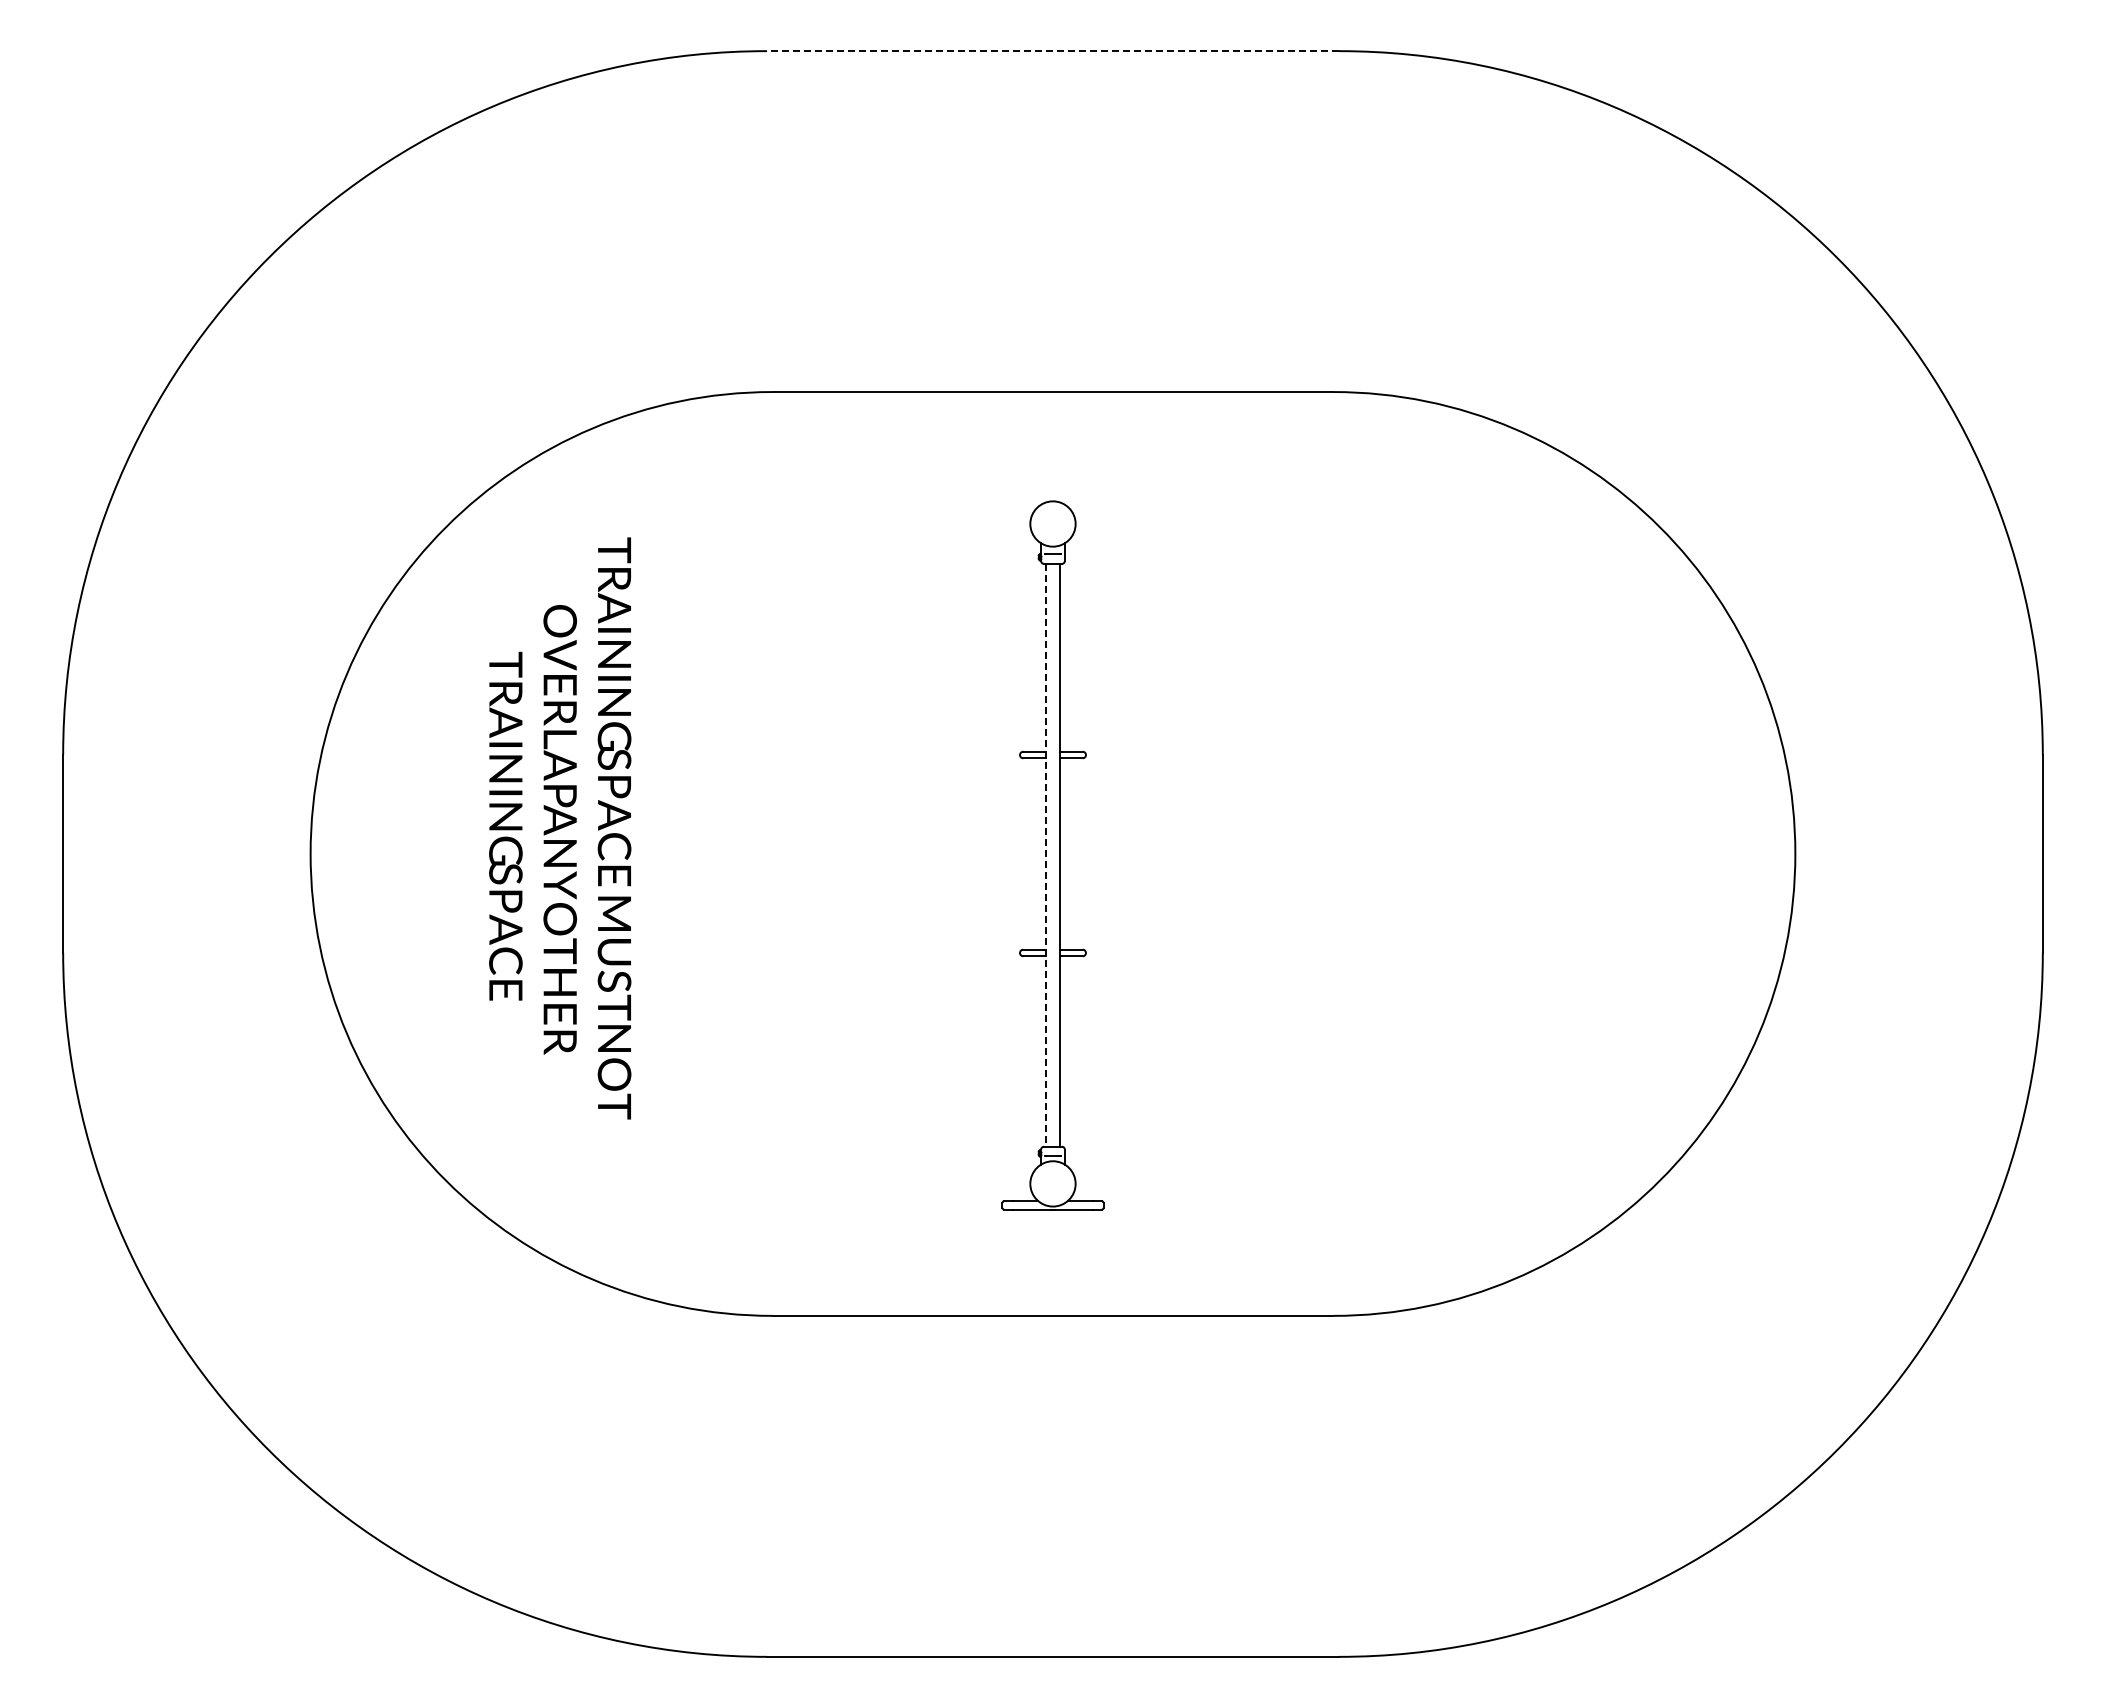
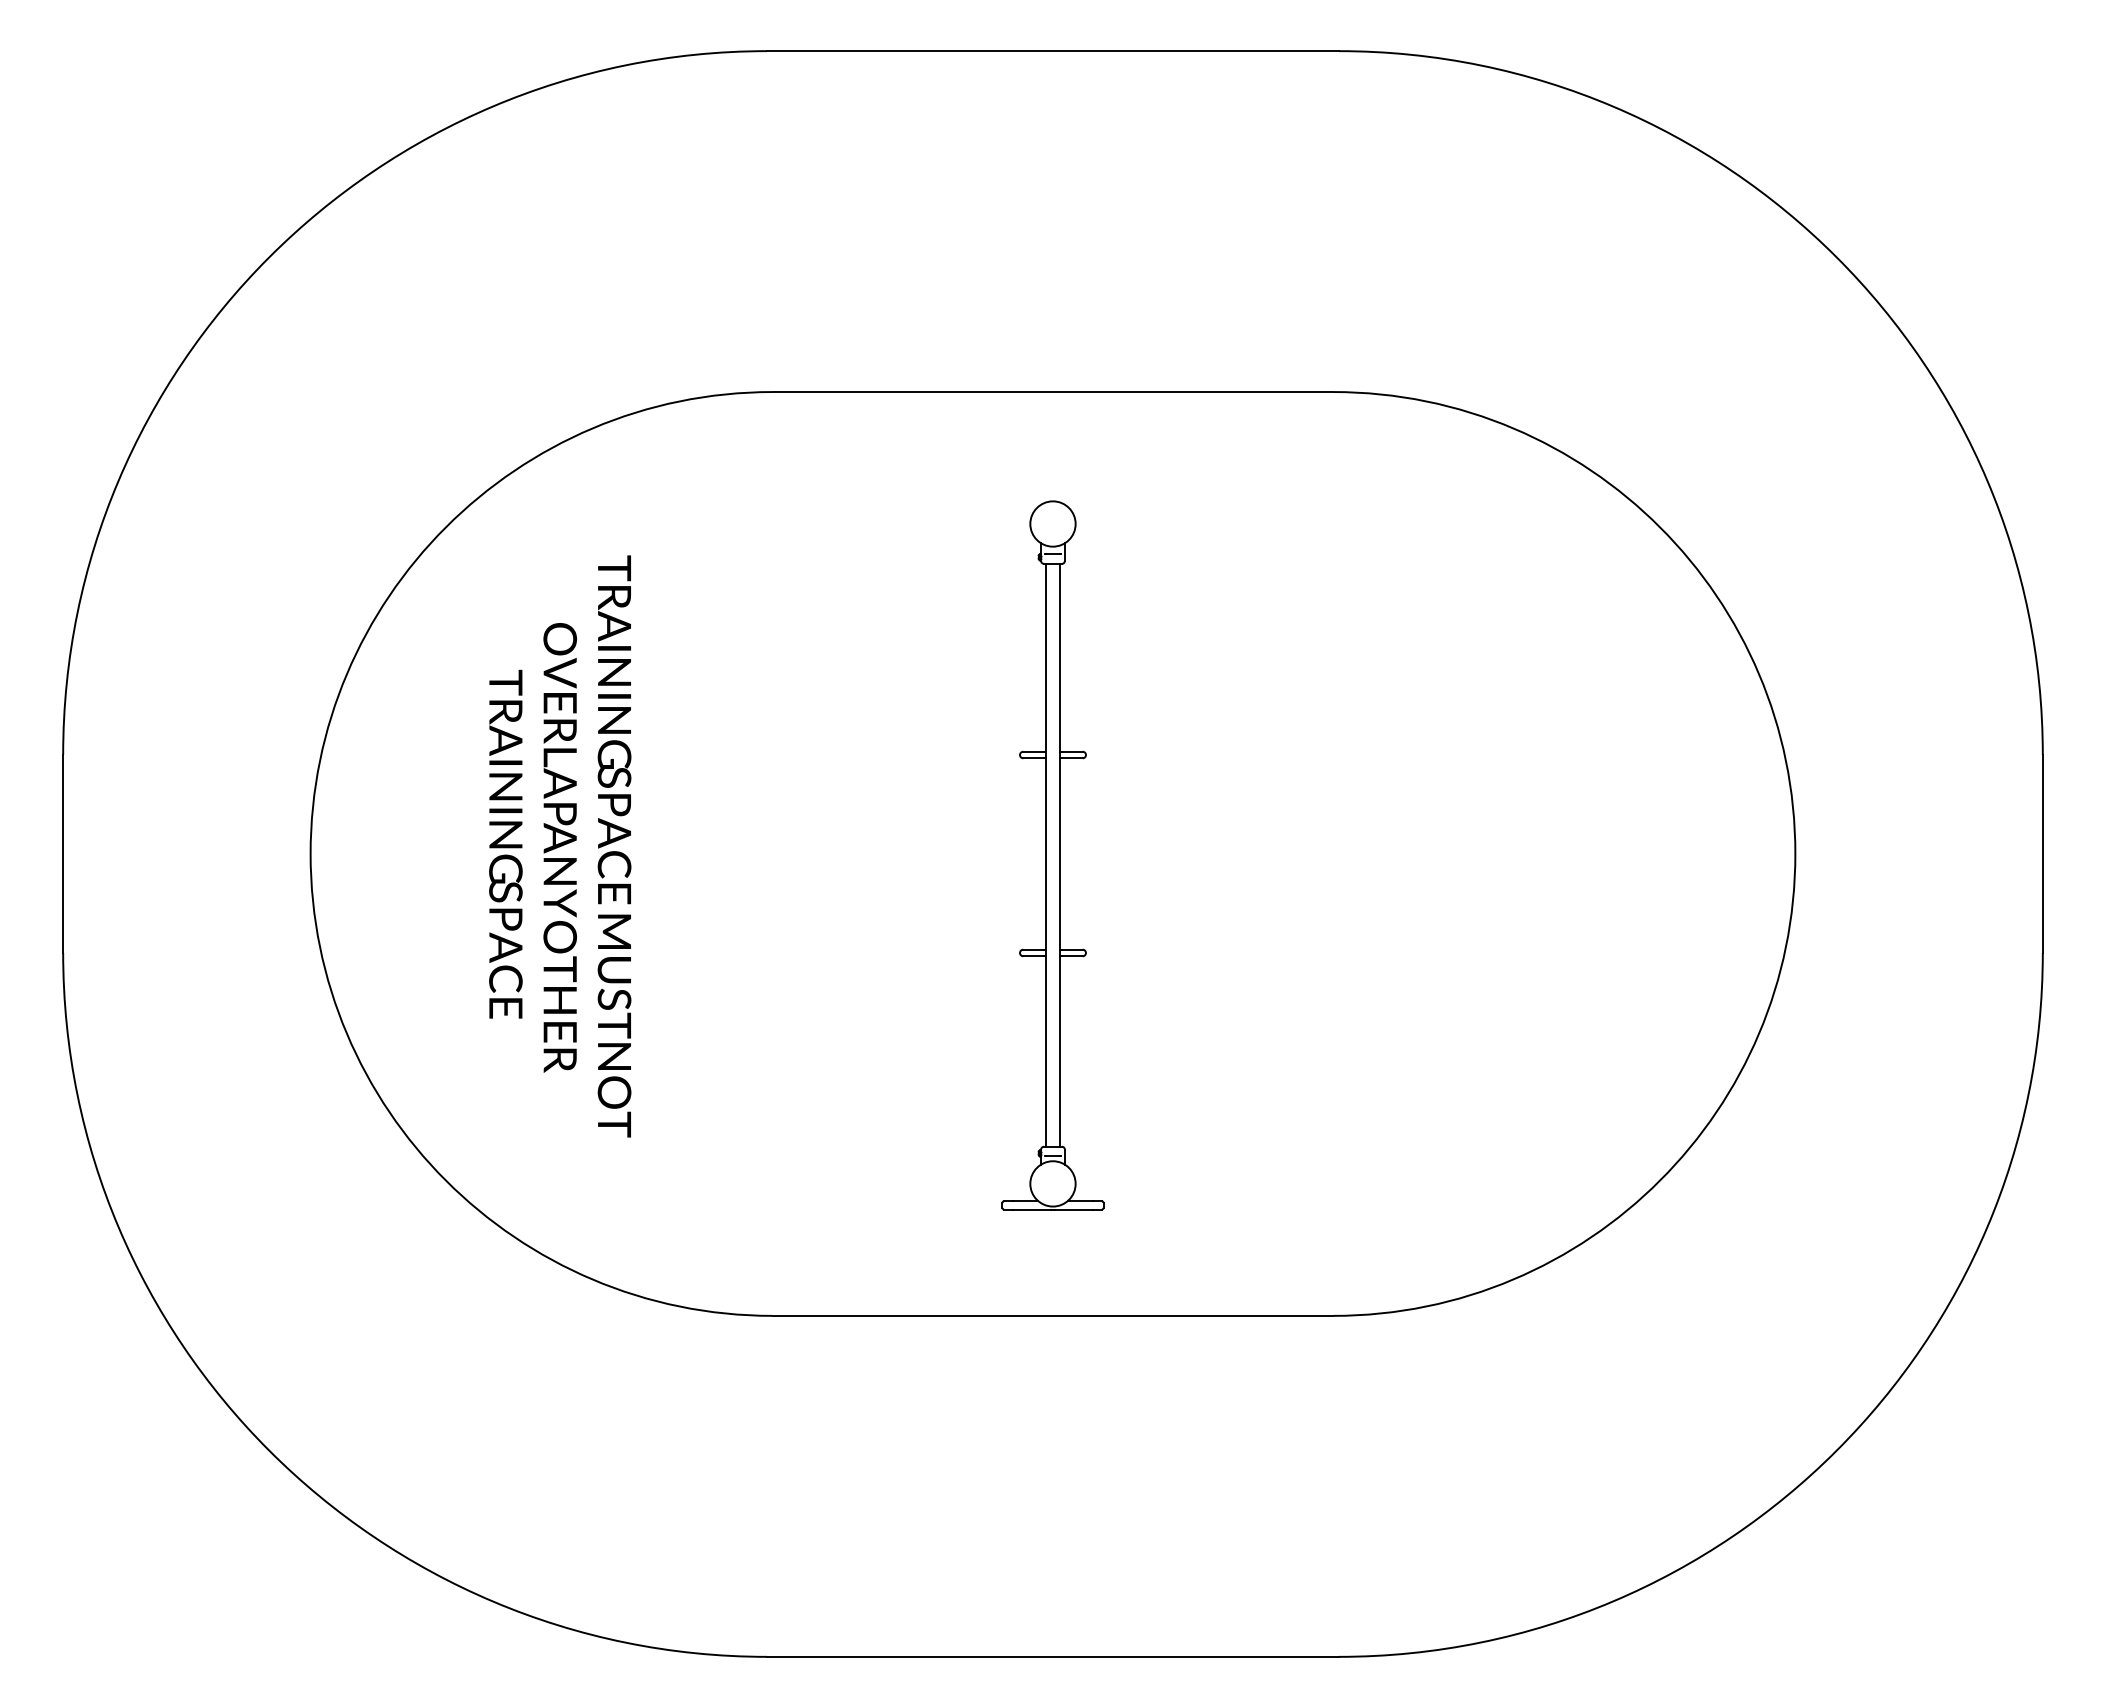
line at (1053, 51): dashed -> solid
text at (560, 828) position: (560, 828) -> (560, 846)
line at (1045, 855): dashed -> solid
